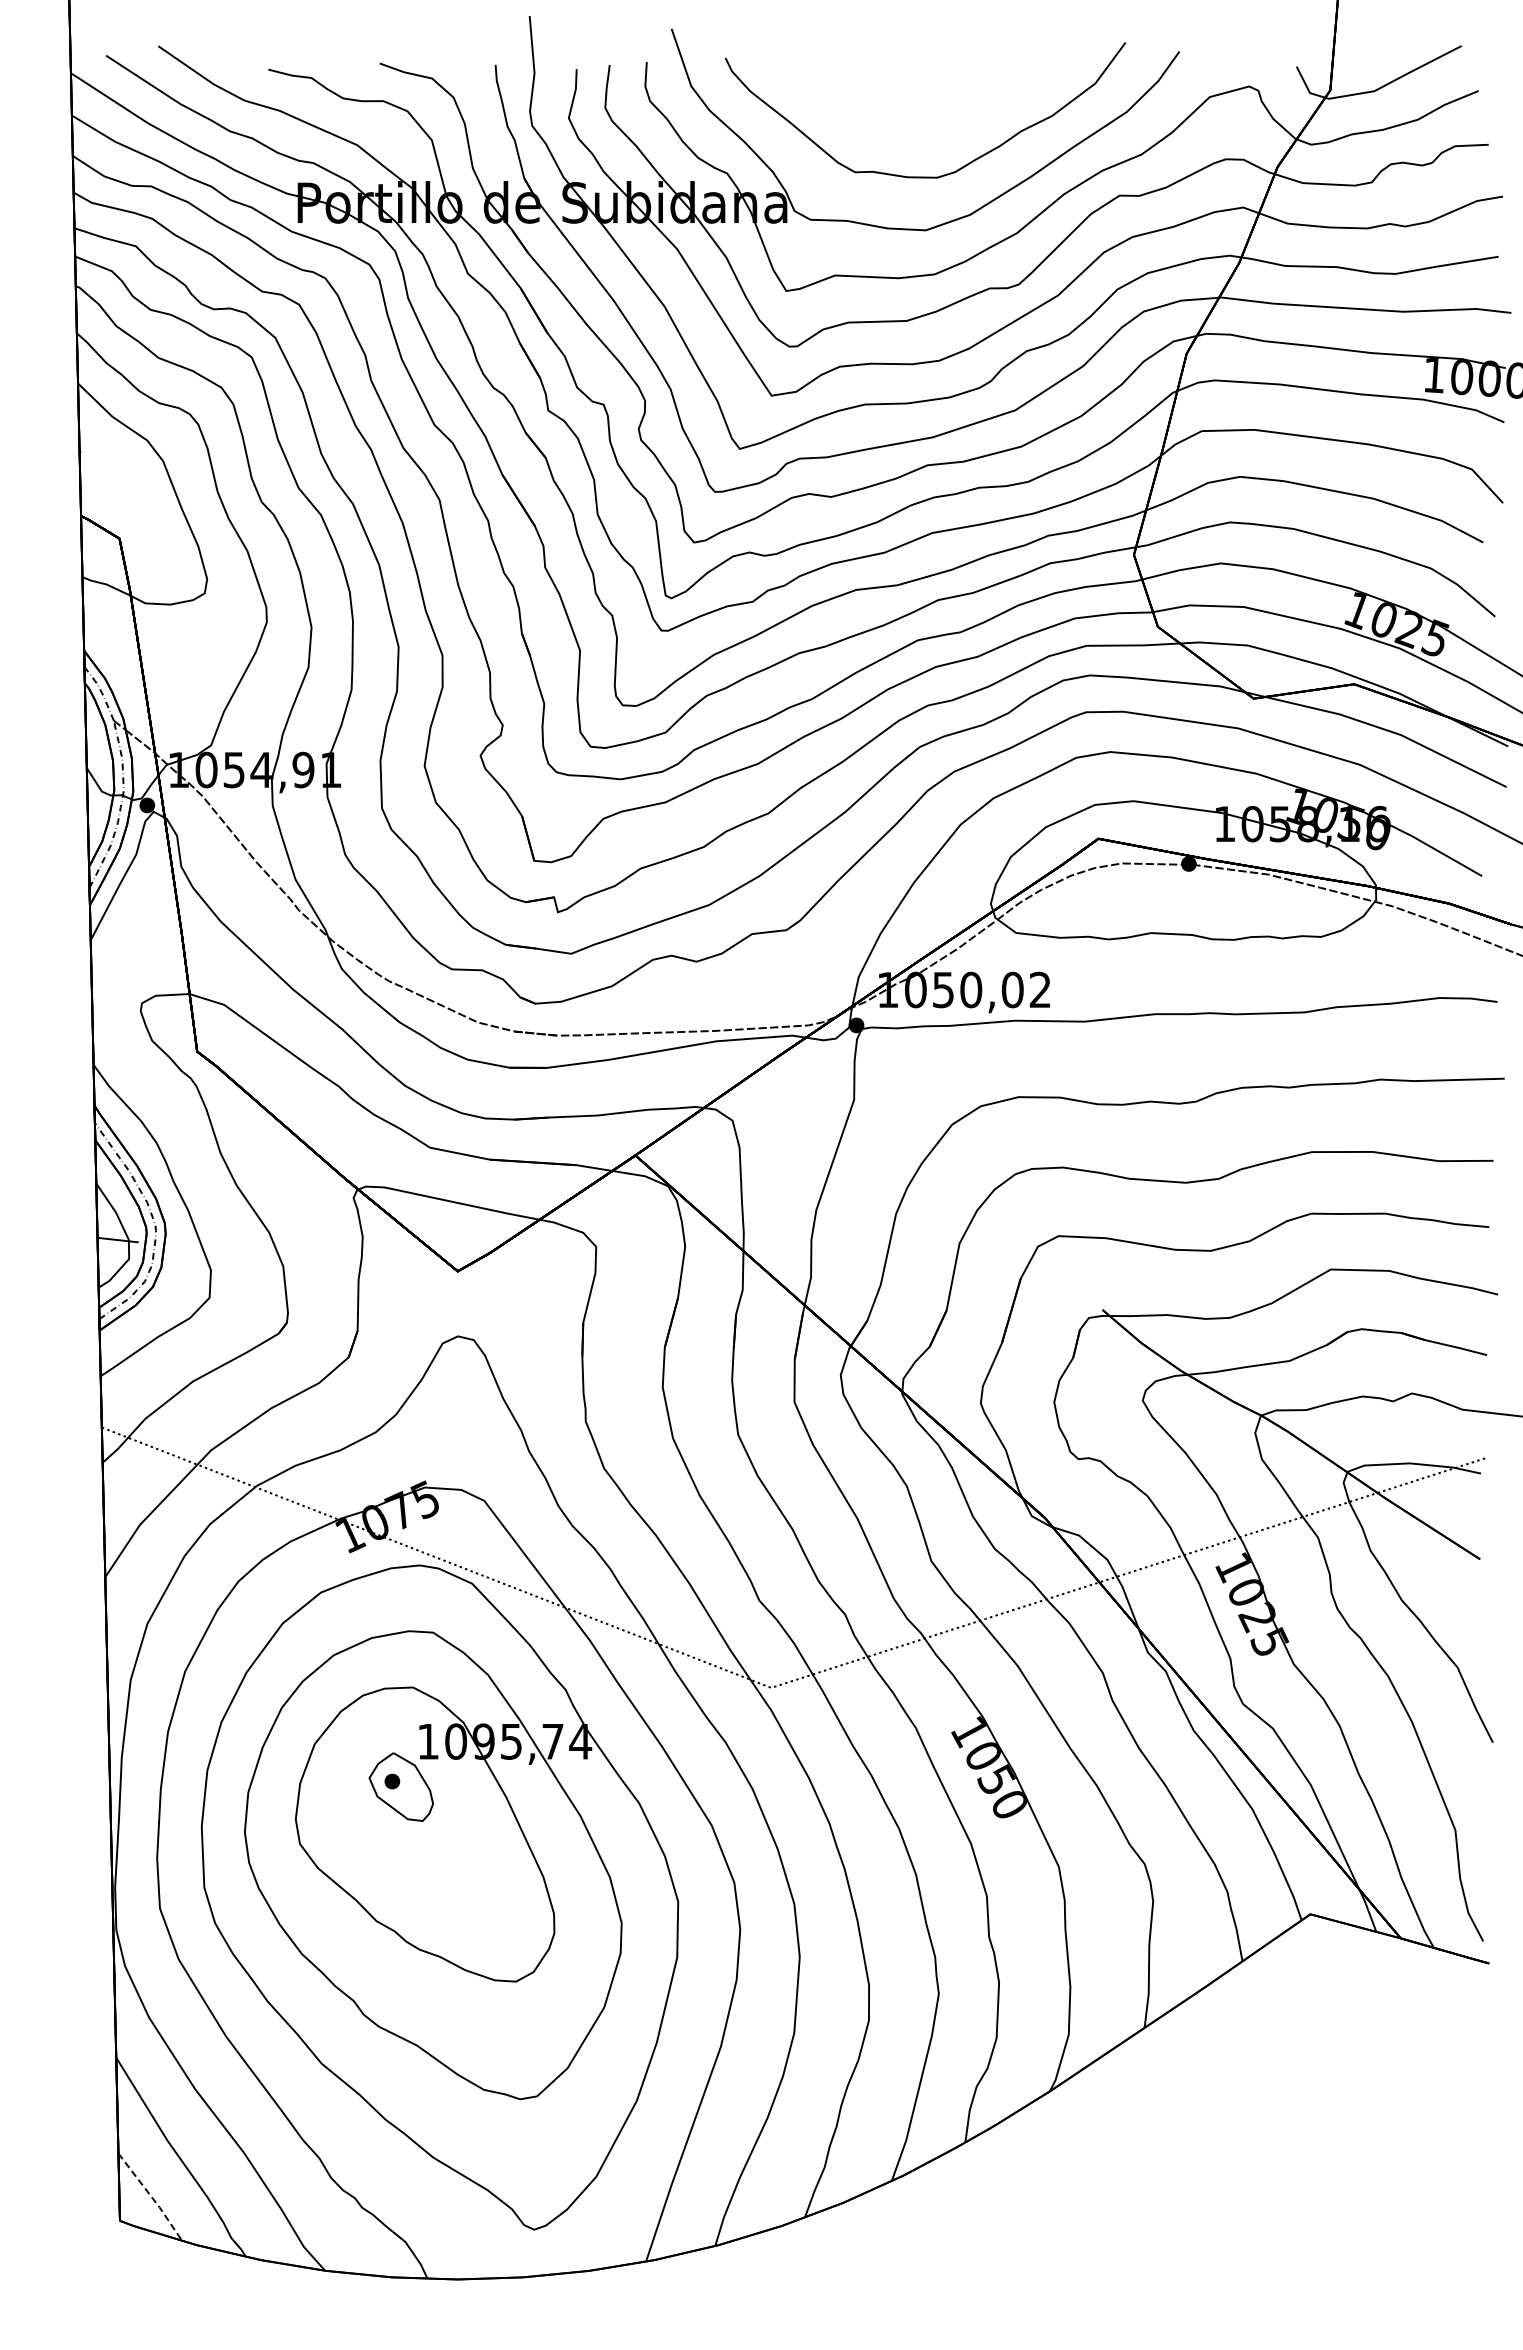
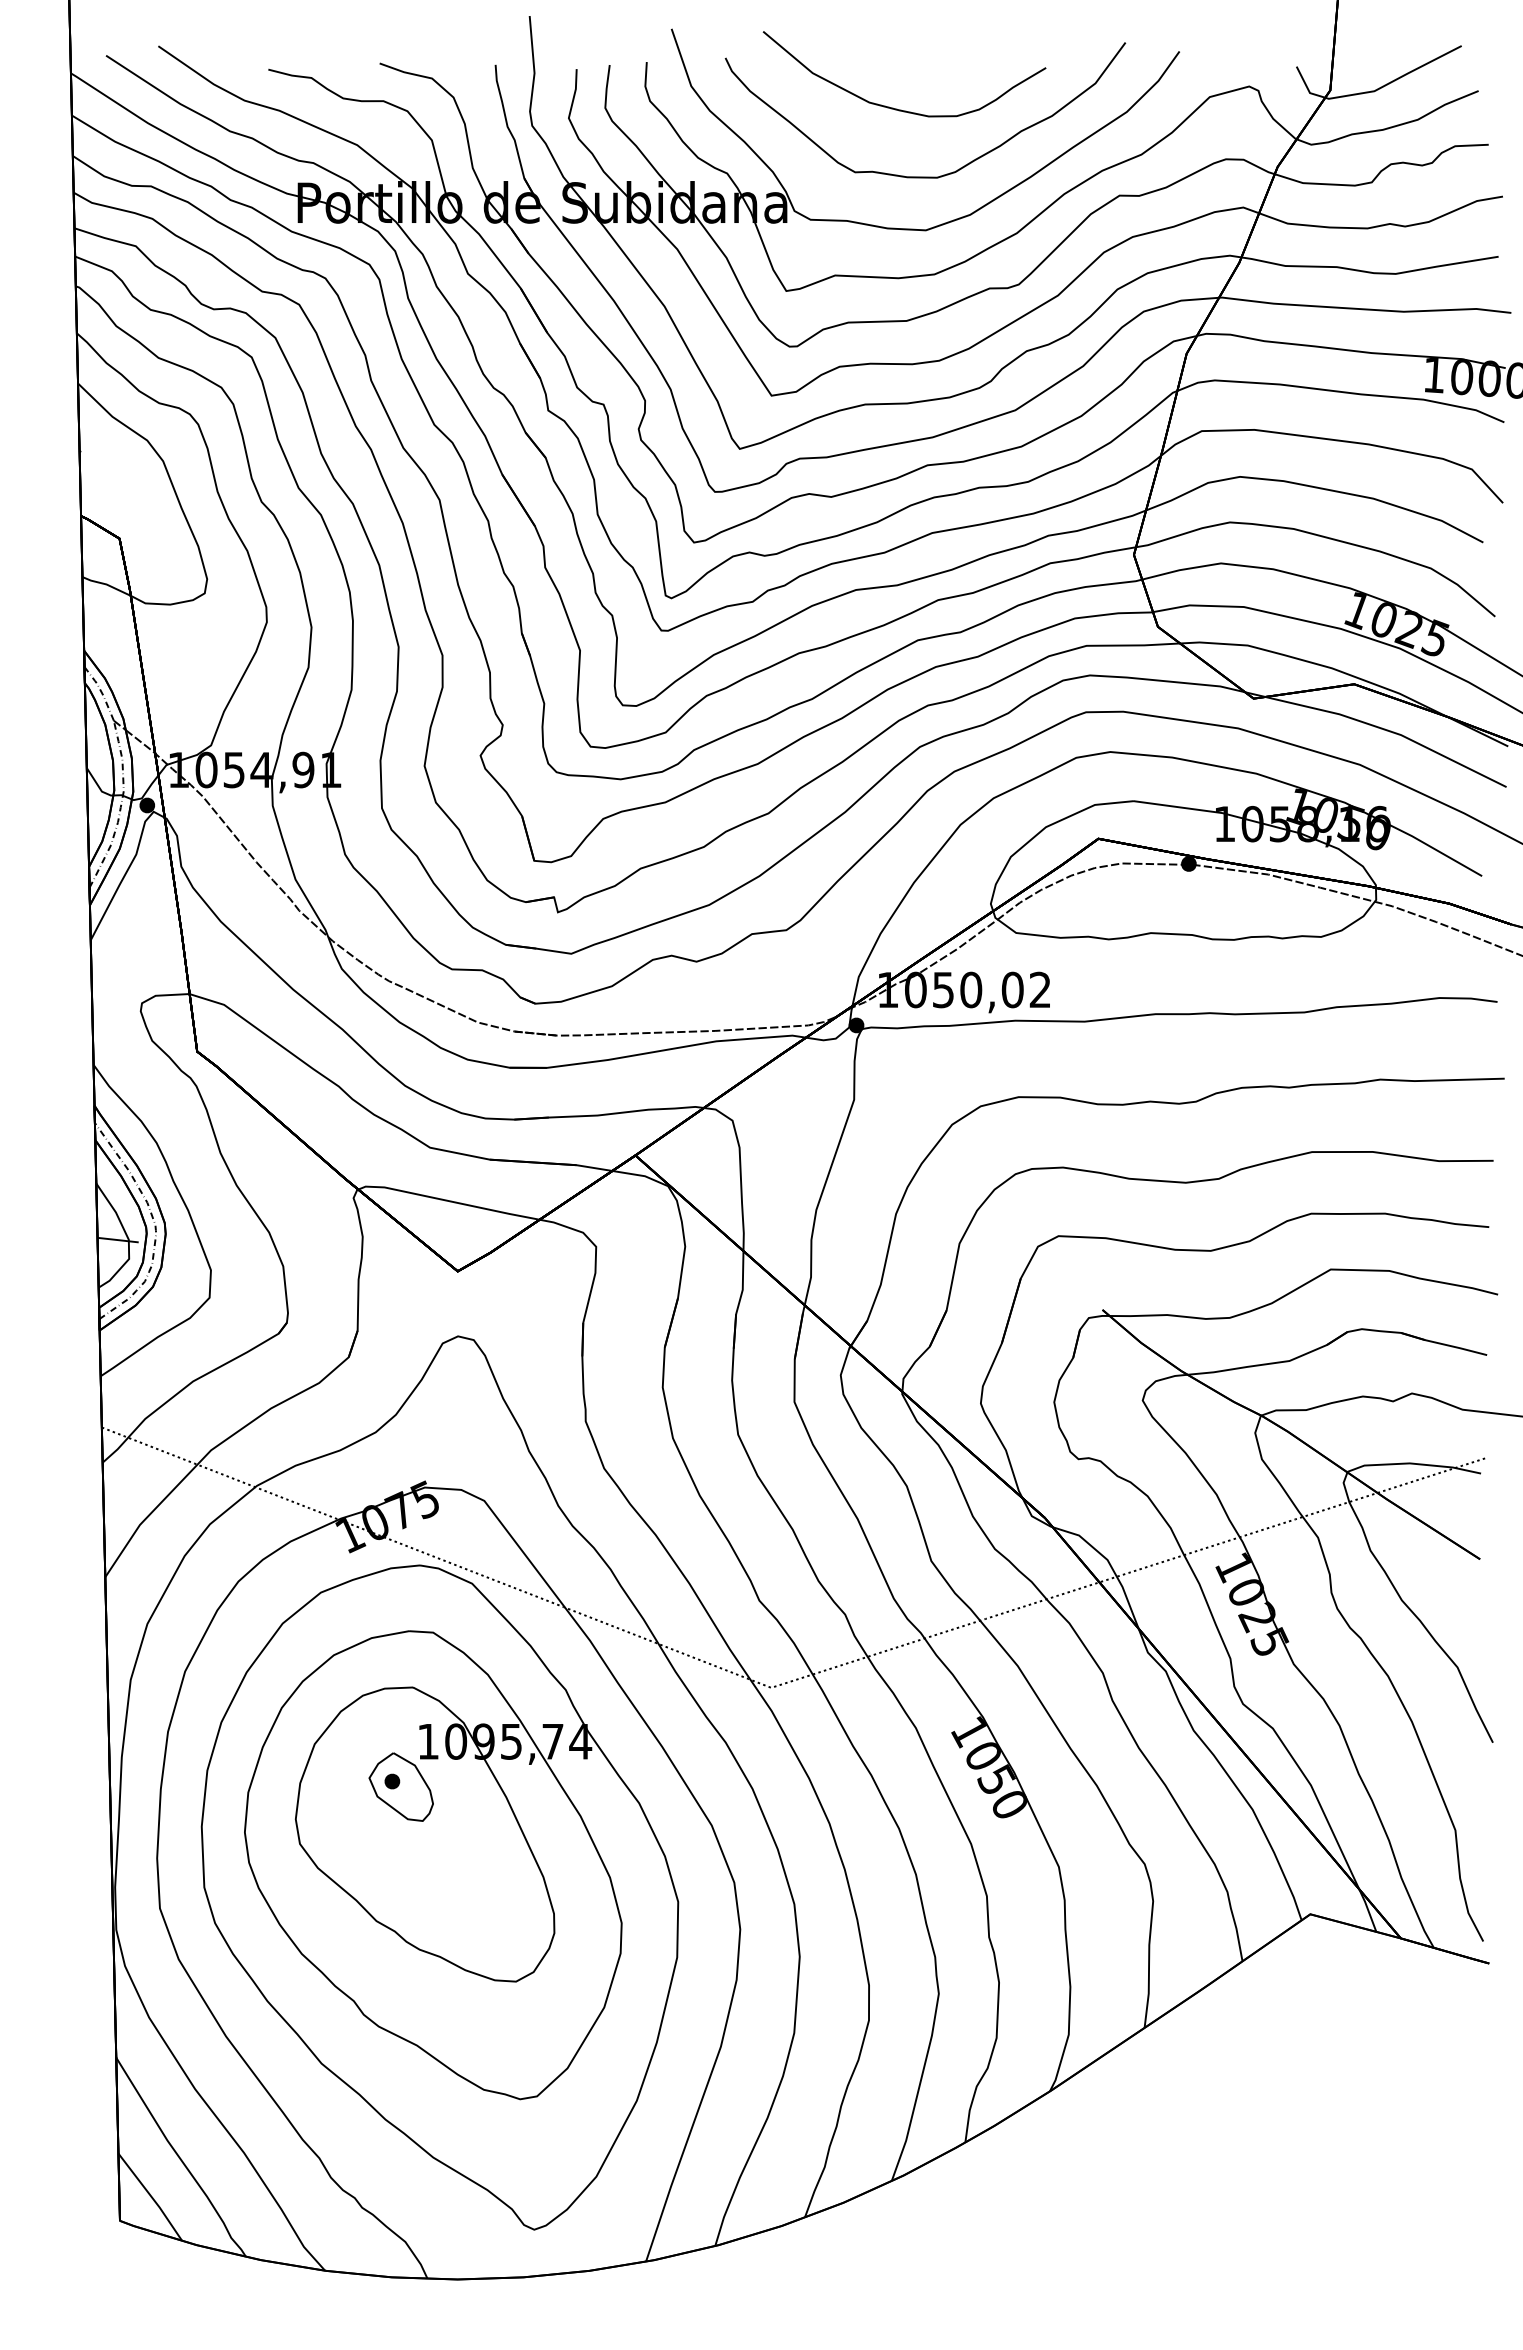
curve at (897, 108): none -> present
line at (151, 2197): dashed -> solid
